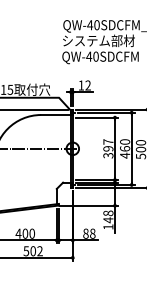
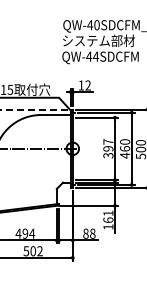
text at (96, 56): QW-40SDCFM -> QW-44SDCFM
line at (33, 109): solid -> dashed
text at (108, 216): 148 -> 161
text at (28, 233): 400 -> 494
